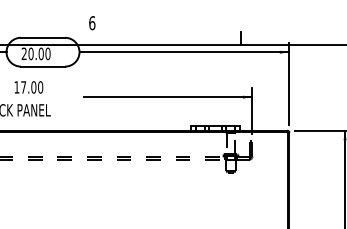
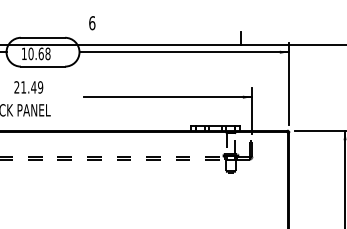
text at (35, 53): 20.00 -> 10.68
text at (28, 87): 17.00 -> 21.49
